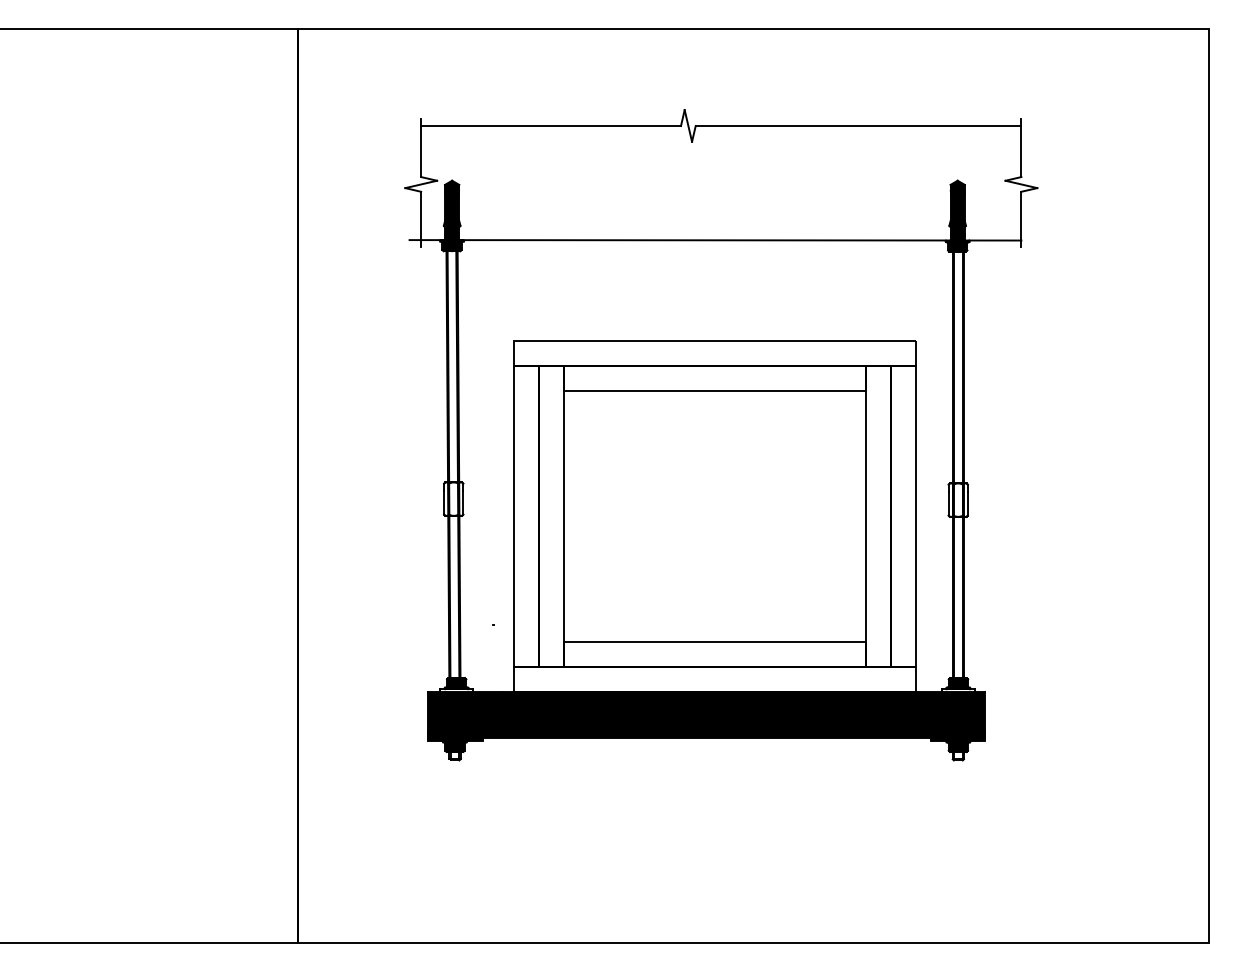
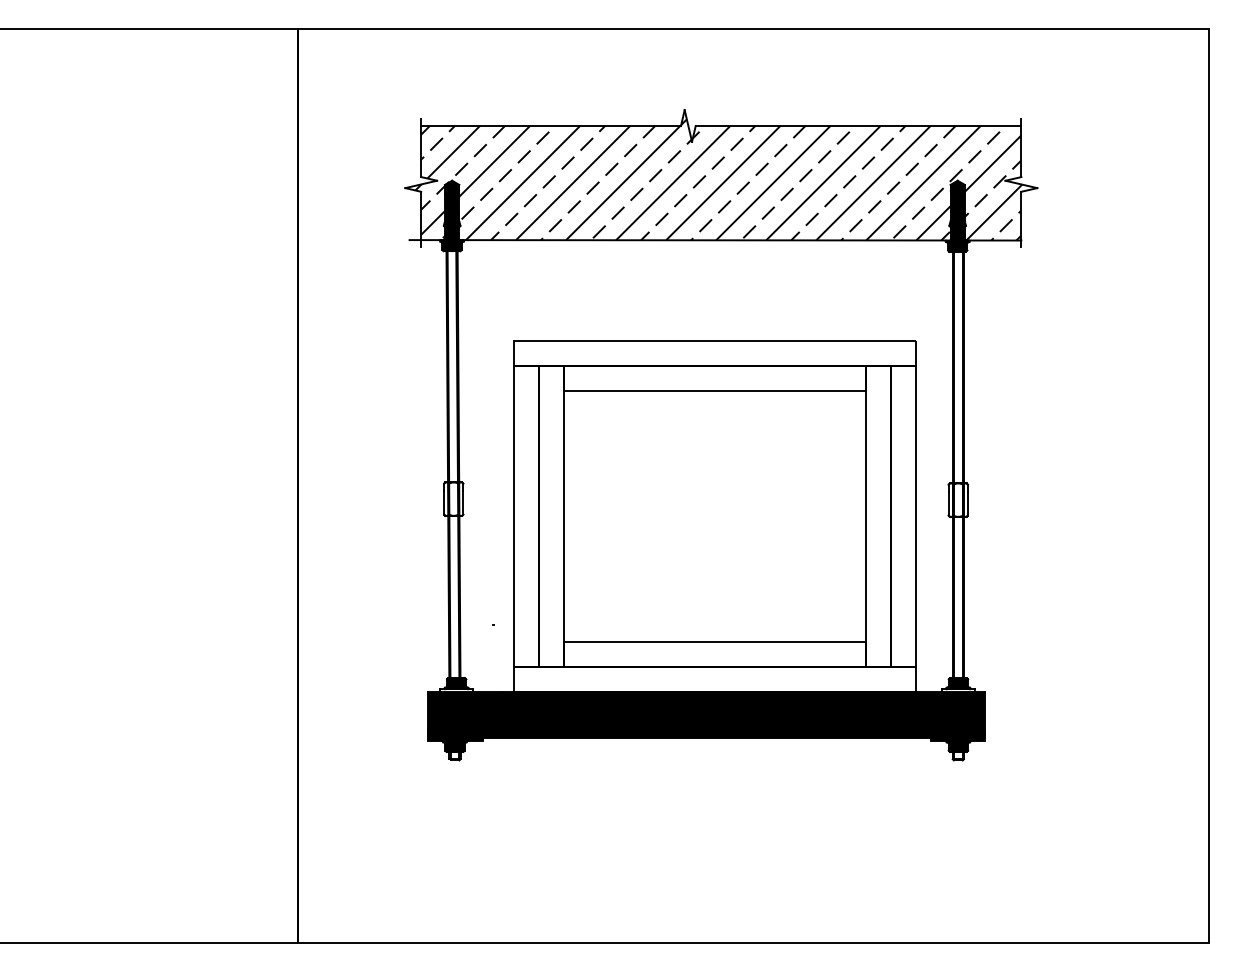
hatch at (718, 179): none -> present
